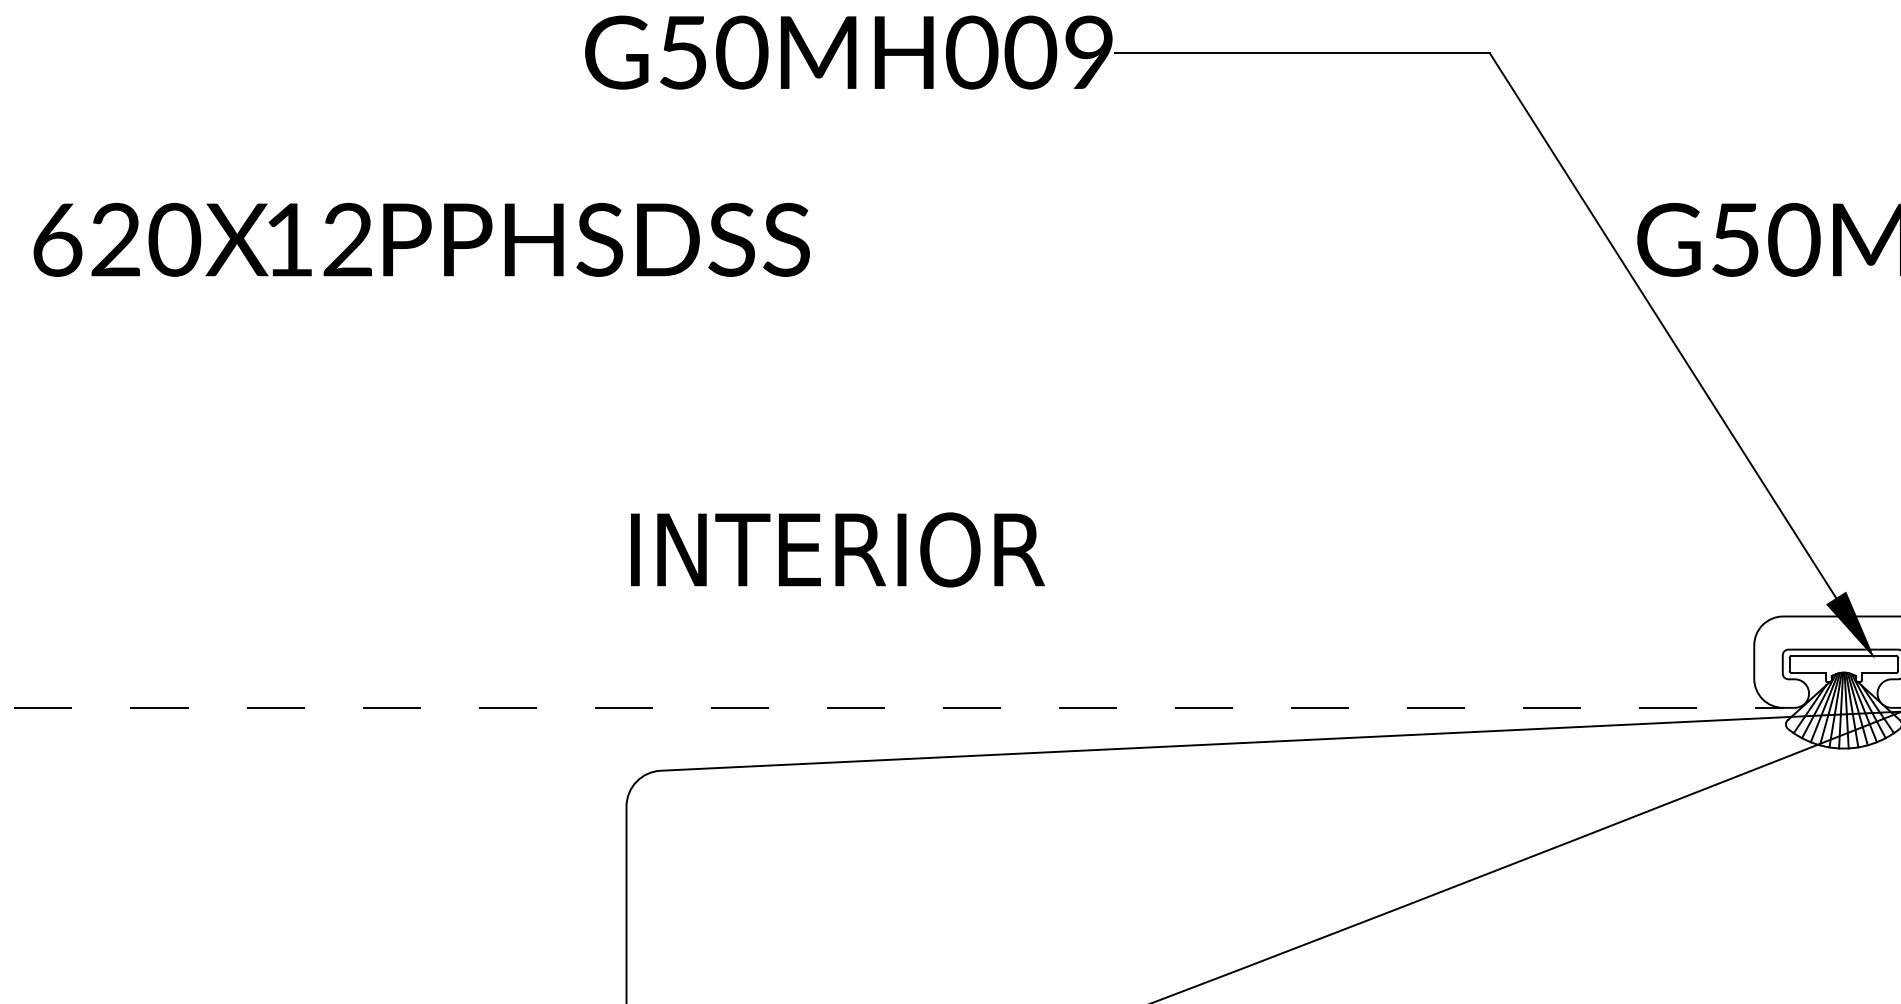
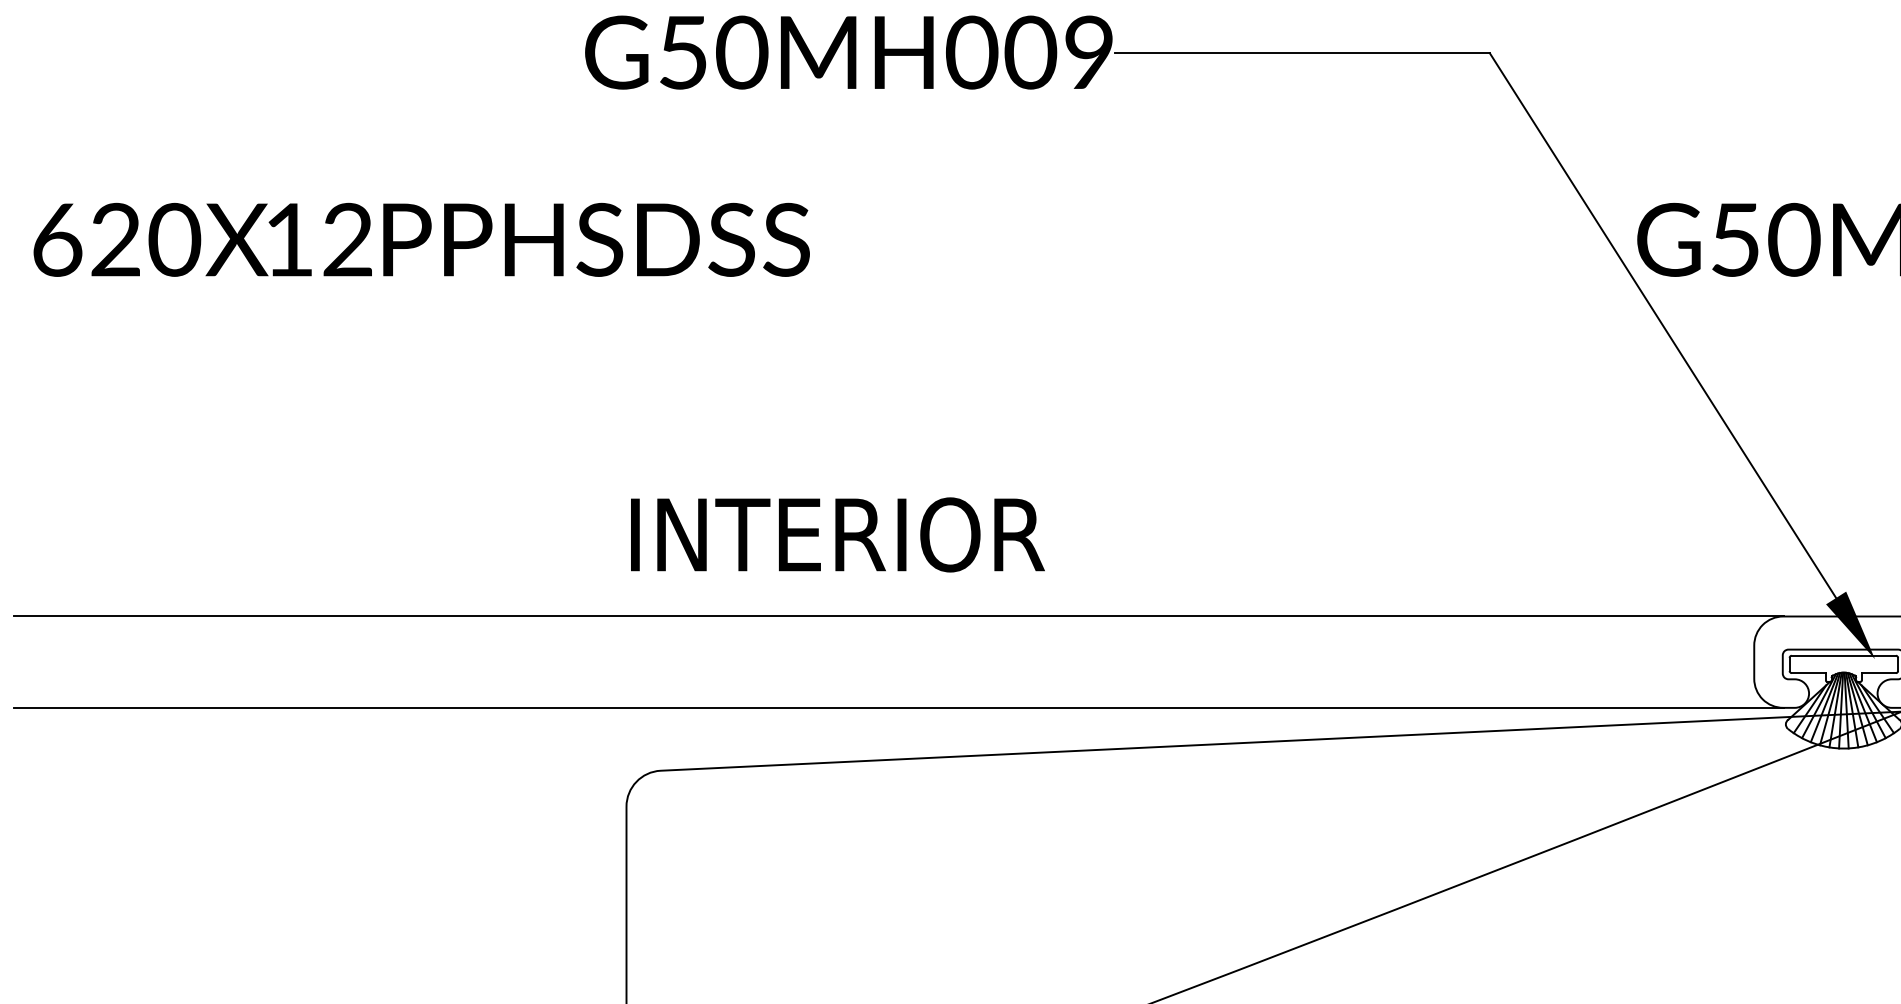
text at (837, 549) position: (837, 549) -> (837, 534)
line at (898, 616): none -> present
line at (899, 707): dashed -> solid
